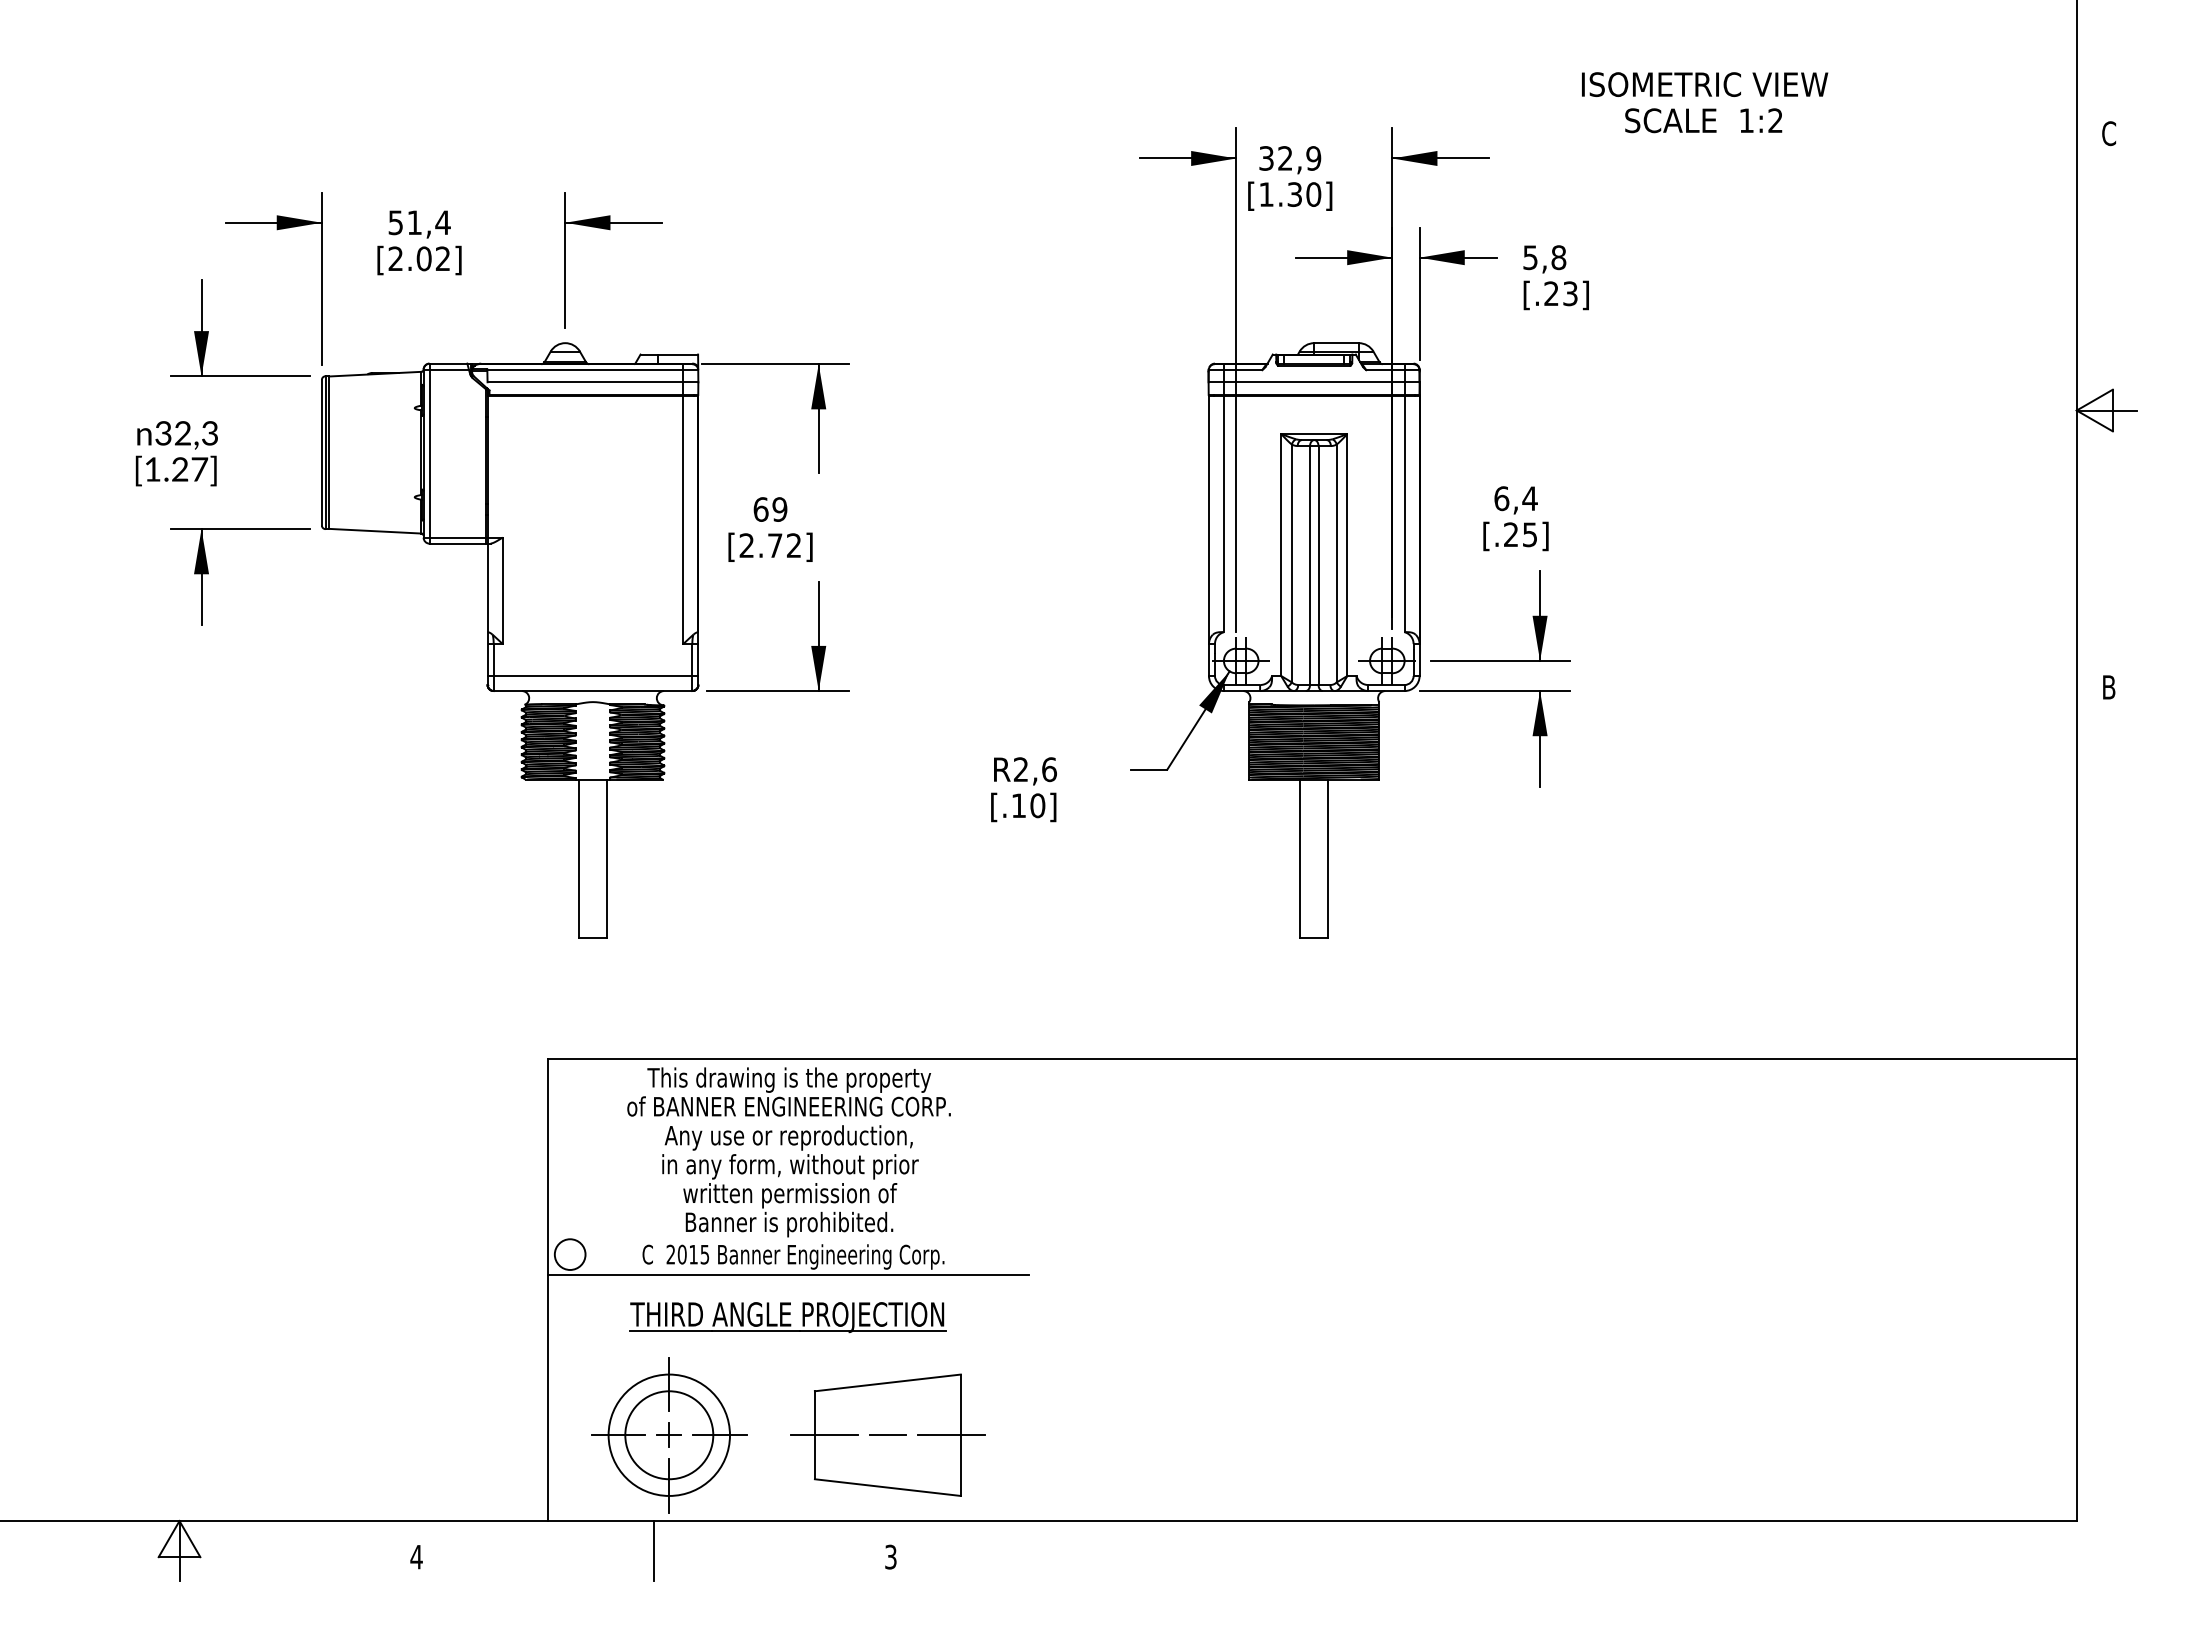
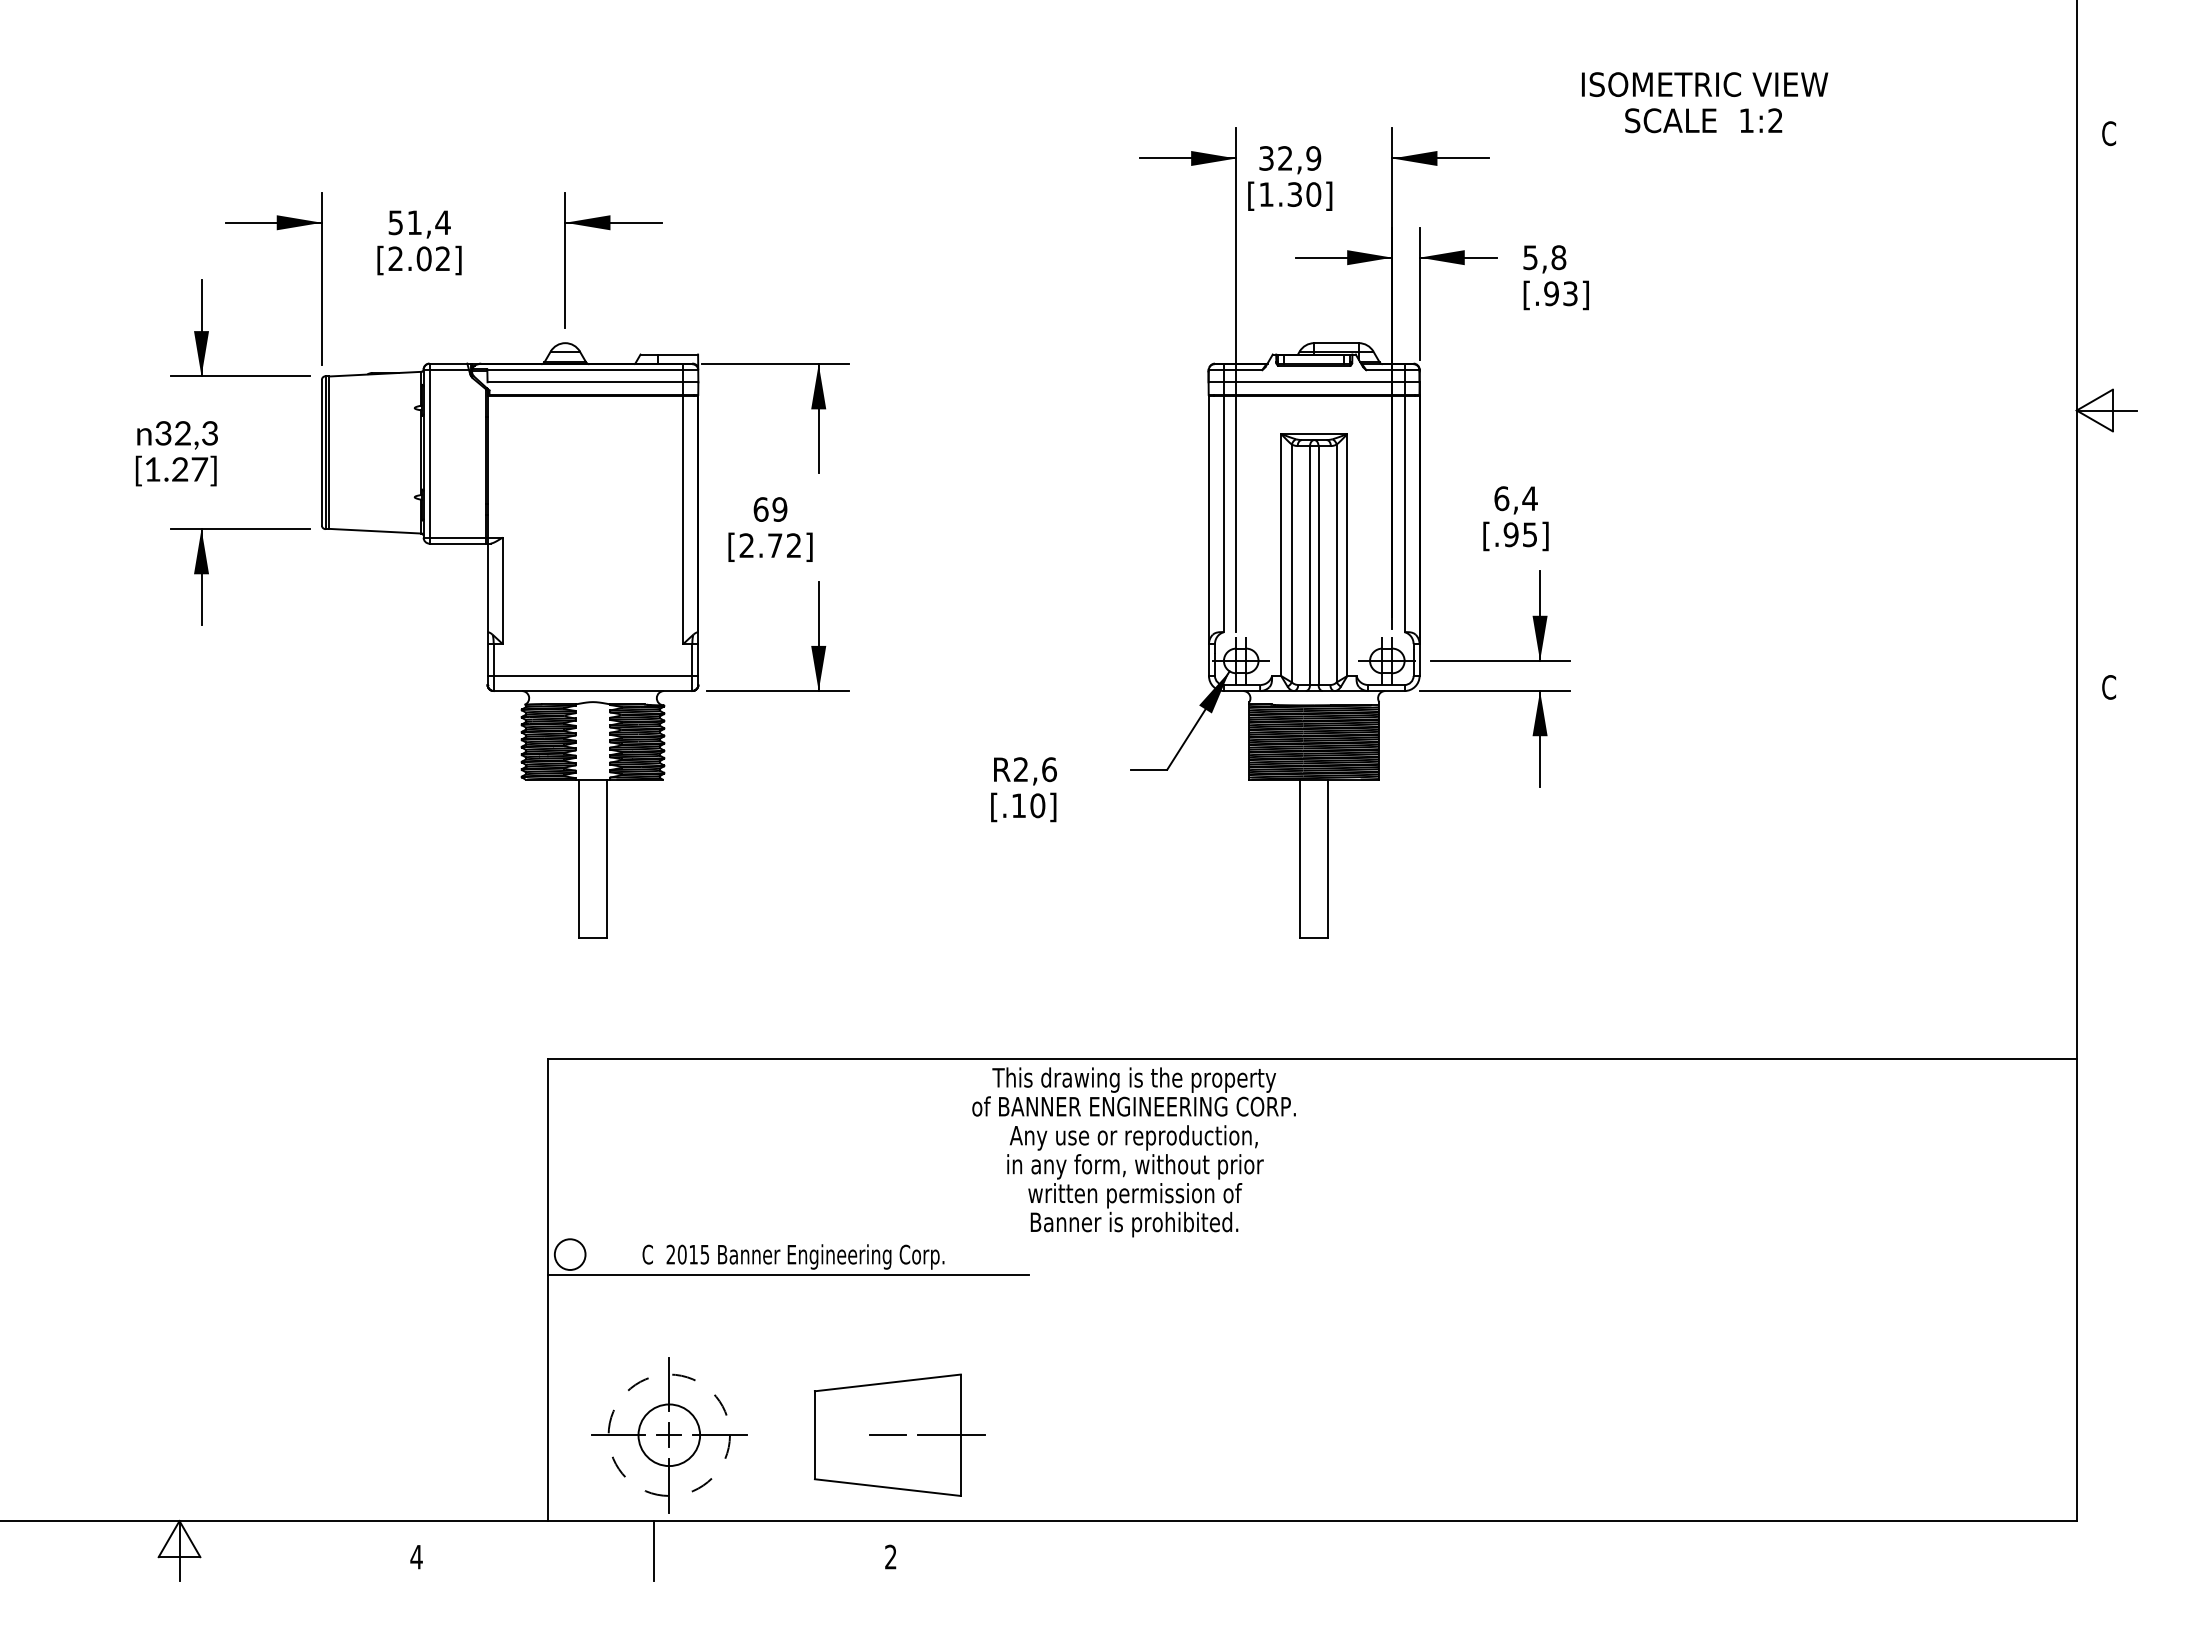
text at (1551, 293): [.23] -> [.93]
text at (1510, 534): [.25] -> [.95]
text at (2109, 687): B -> C
text at (788, 1152) position: (788, 1152) -> (1133, 1152)
part at (787, 1317): present -> none
circle at (669, 1434): solid -> dashed
circle at (669, 1435) diameter: 88 px -> 62 px
line at (823, 1435): present -> none
text at (890, 1557): 3 -> 2
